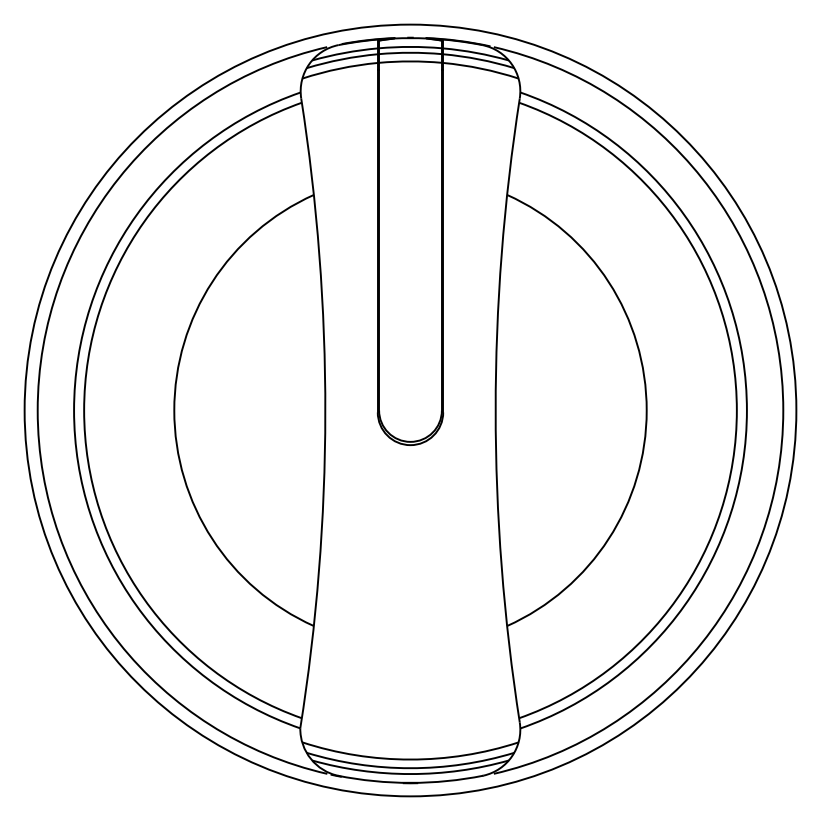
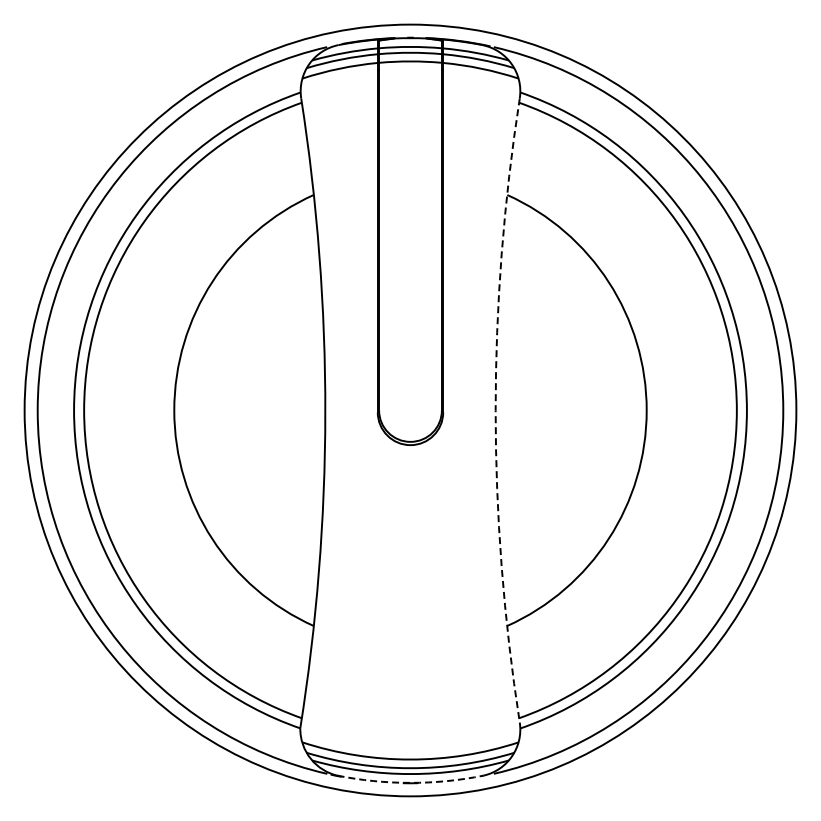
arc at (495, 410): solid -> dashed
arc at (410, 782): solid -> dashed
